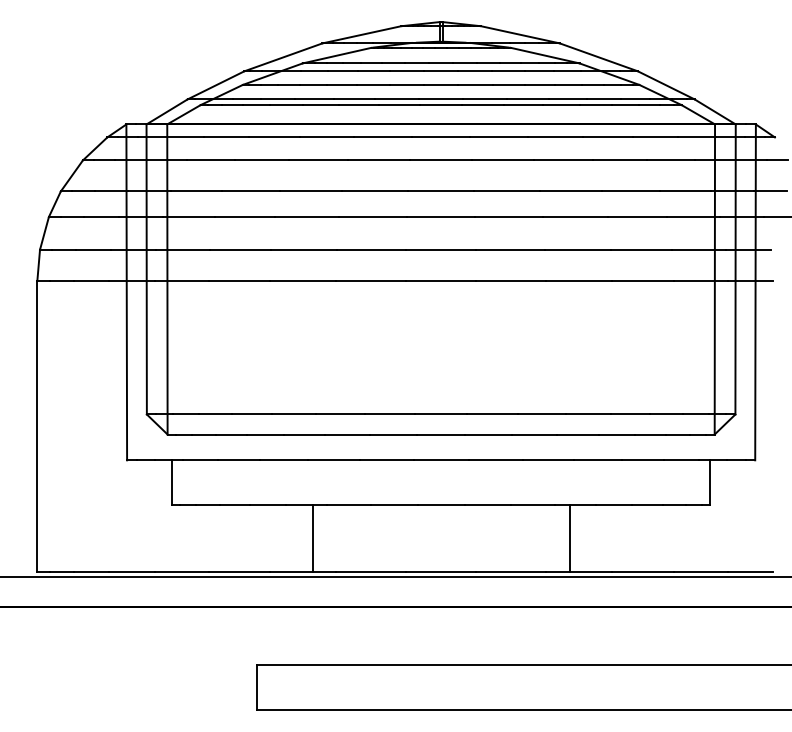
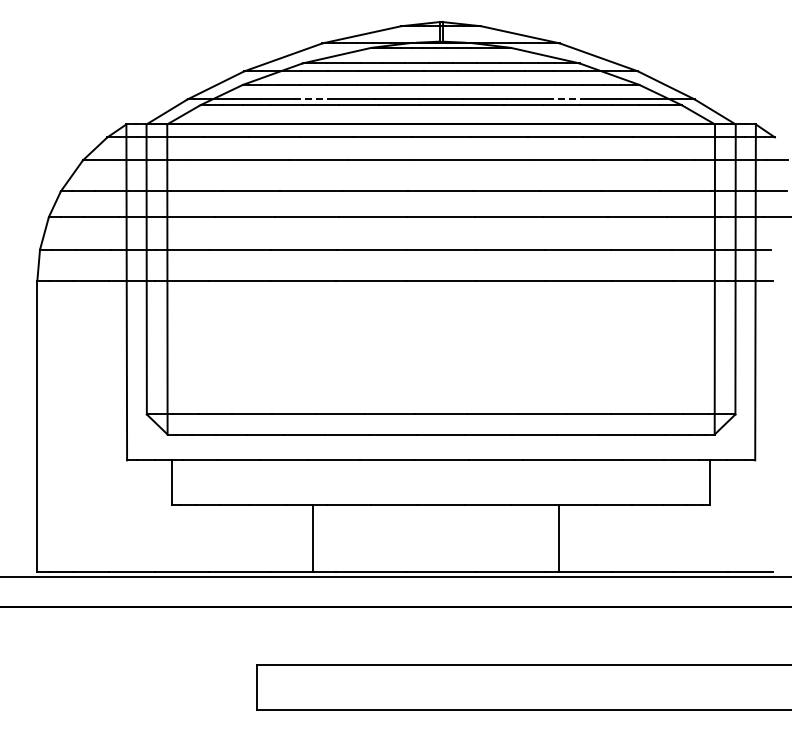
line at (313, 99): solid -> dashed
line at (567, 99): solid -> dashed
line at (569, 538) position: (569, 538) -> (558, 538)
